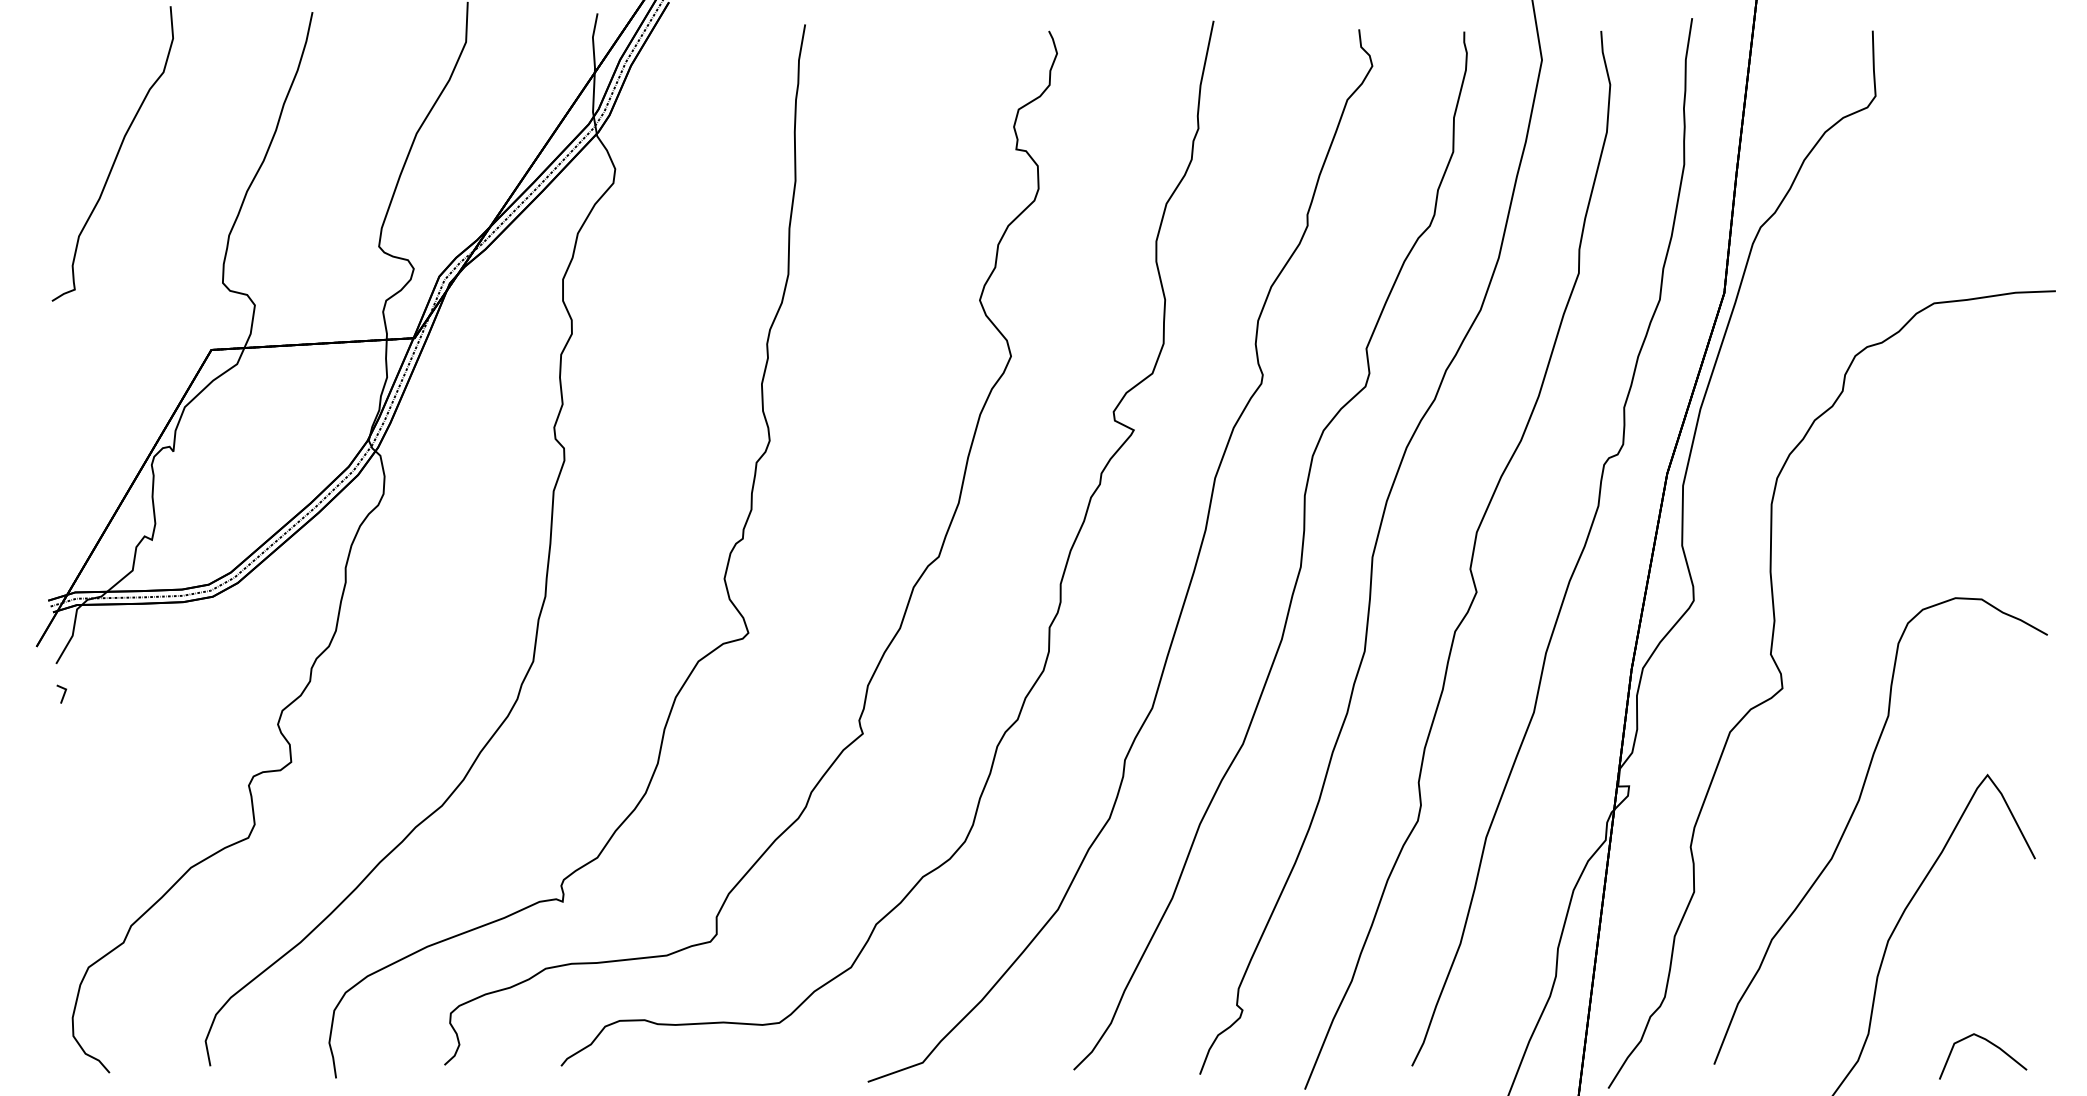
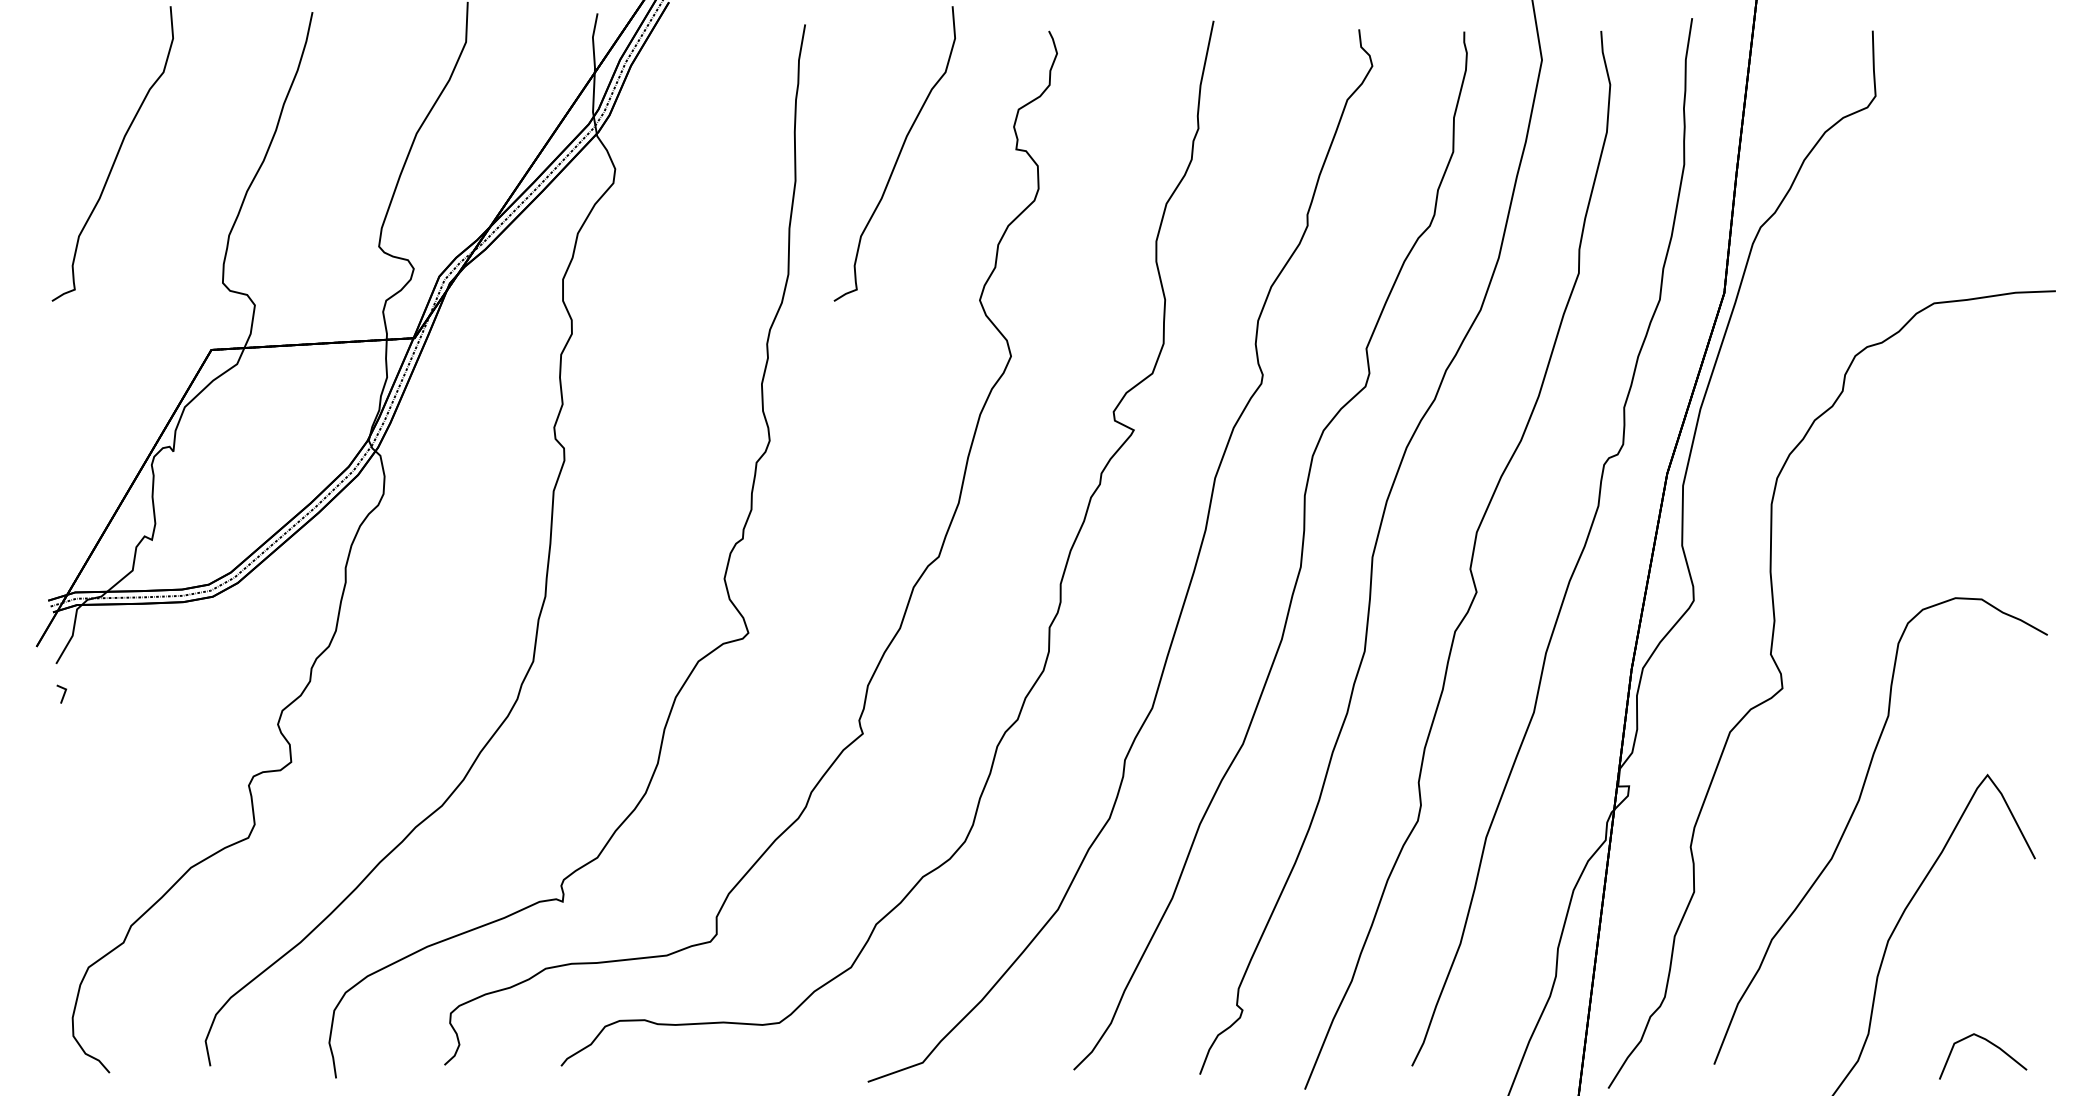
part at (894, 153): none -> present
